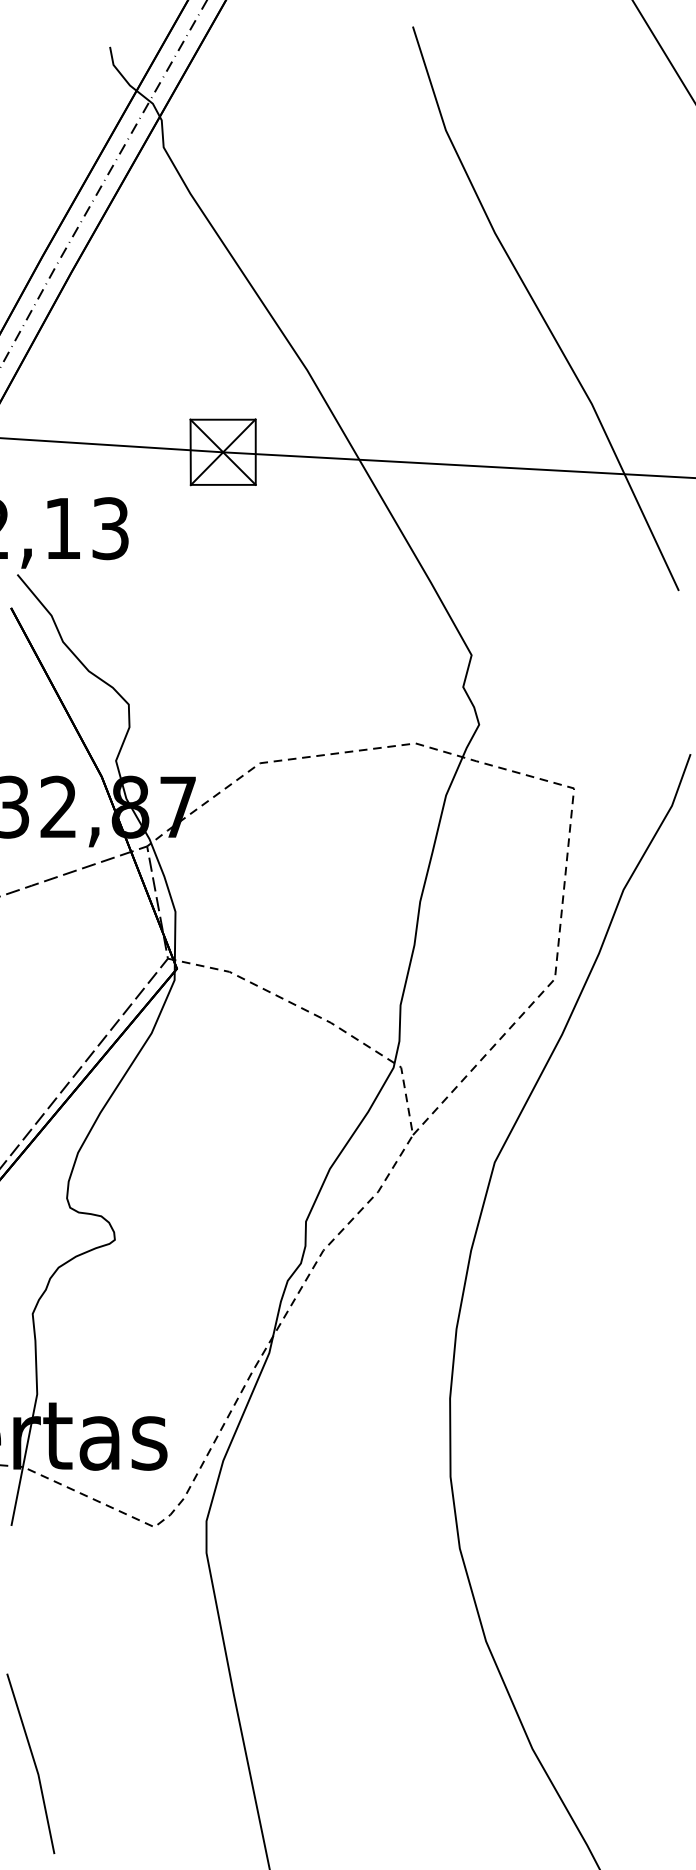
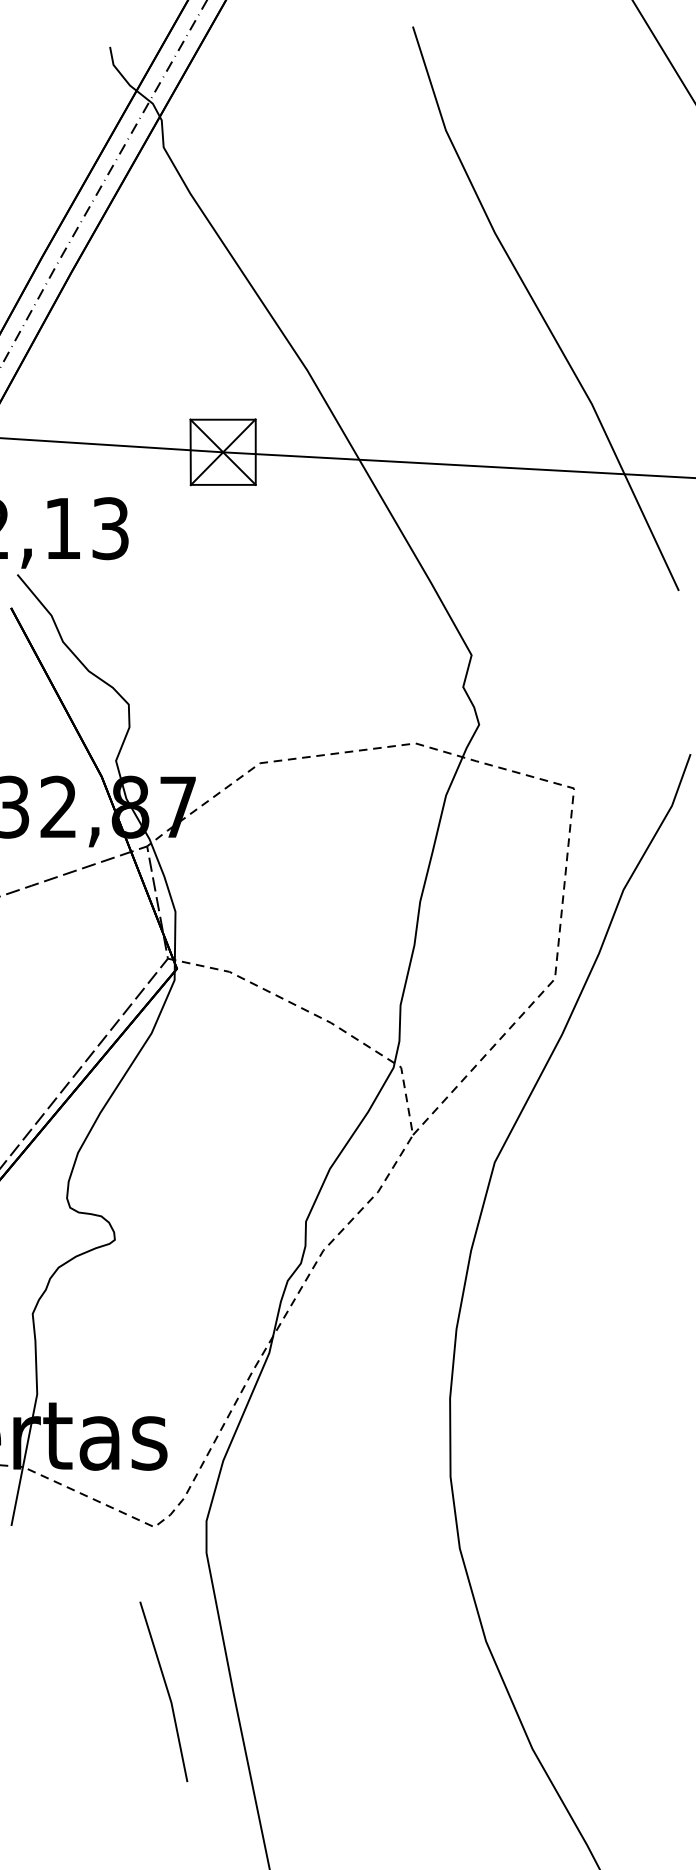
line at (33, 1762) position: (33, 1762) -> (166, 1690)
